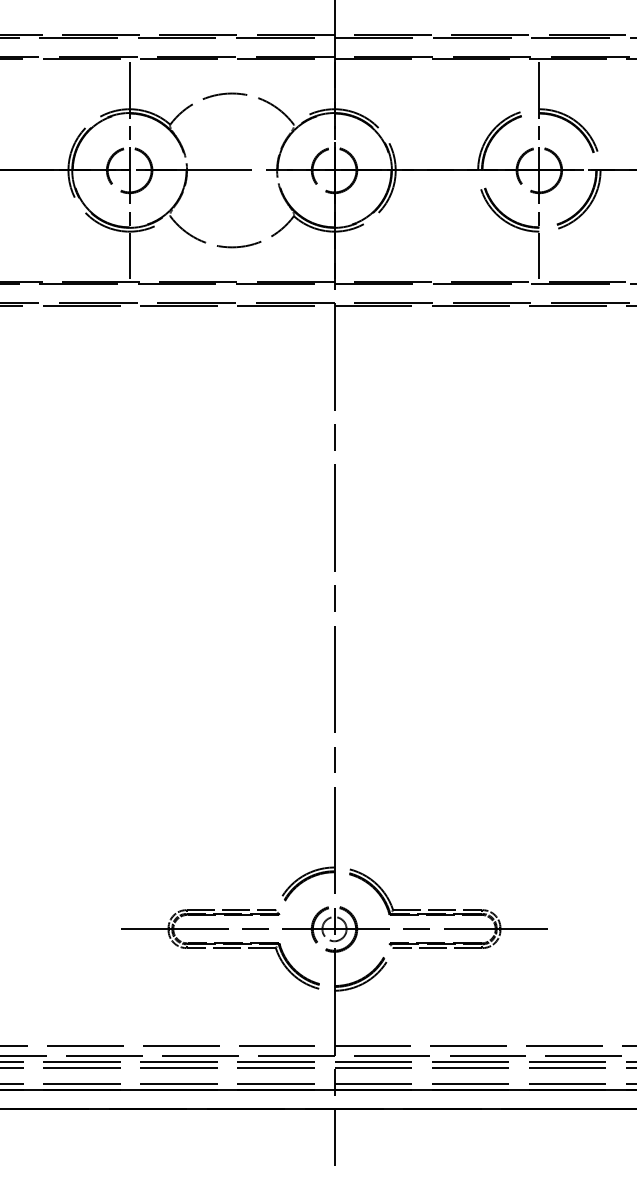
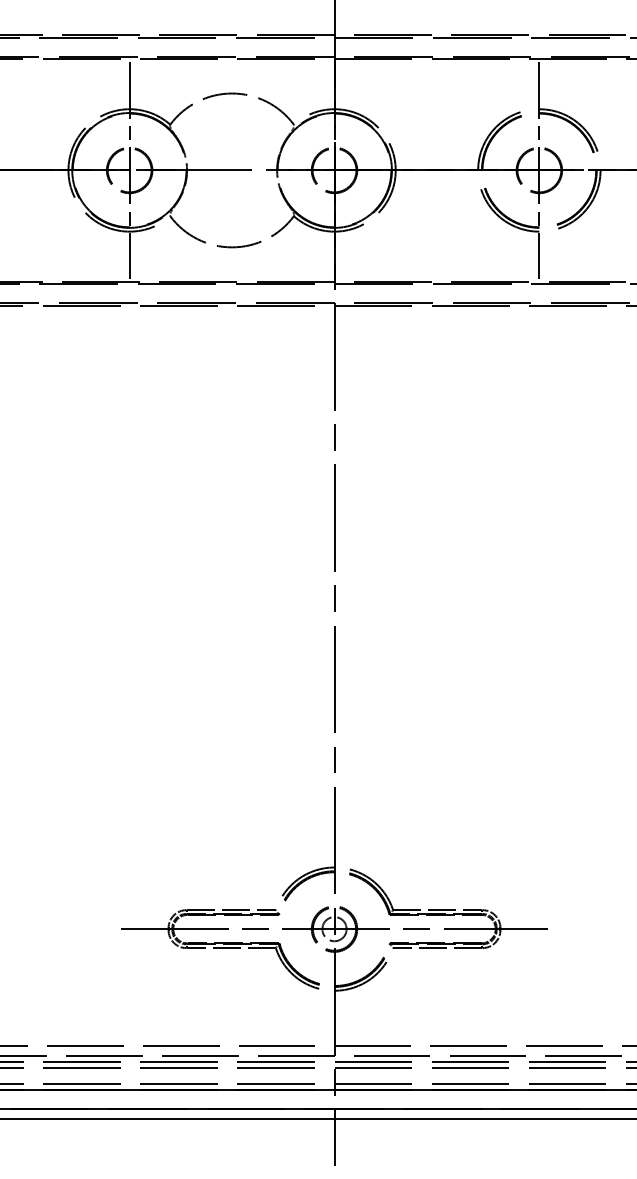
line at (317, 1118): none -> present
